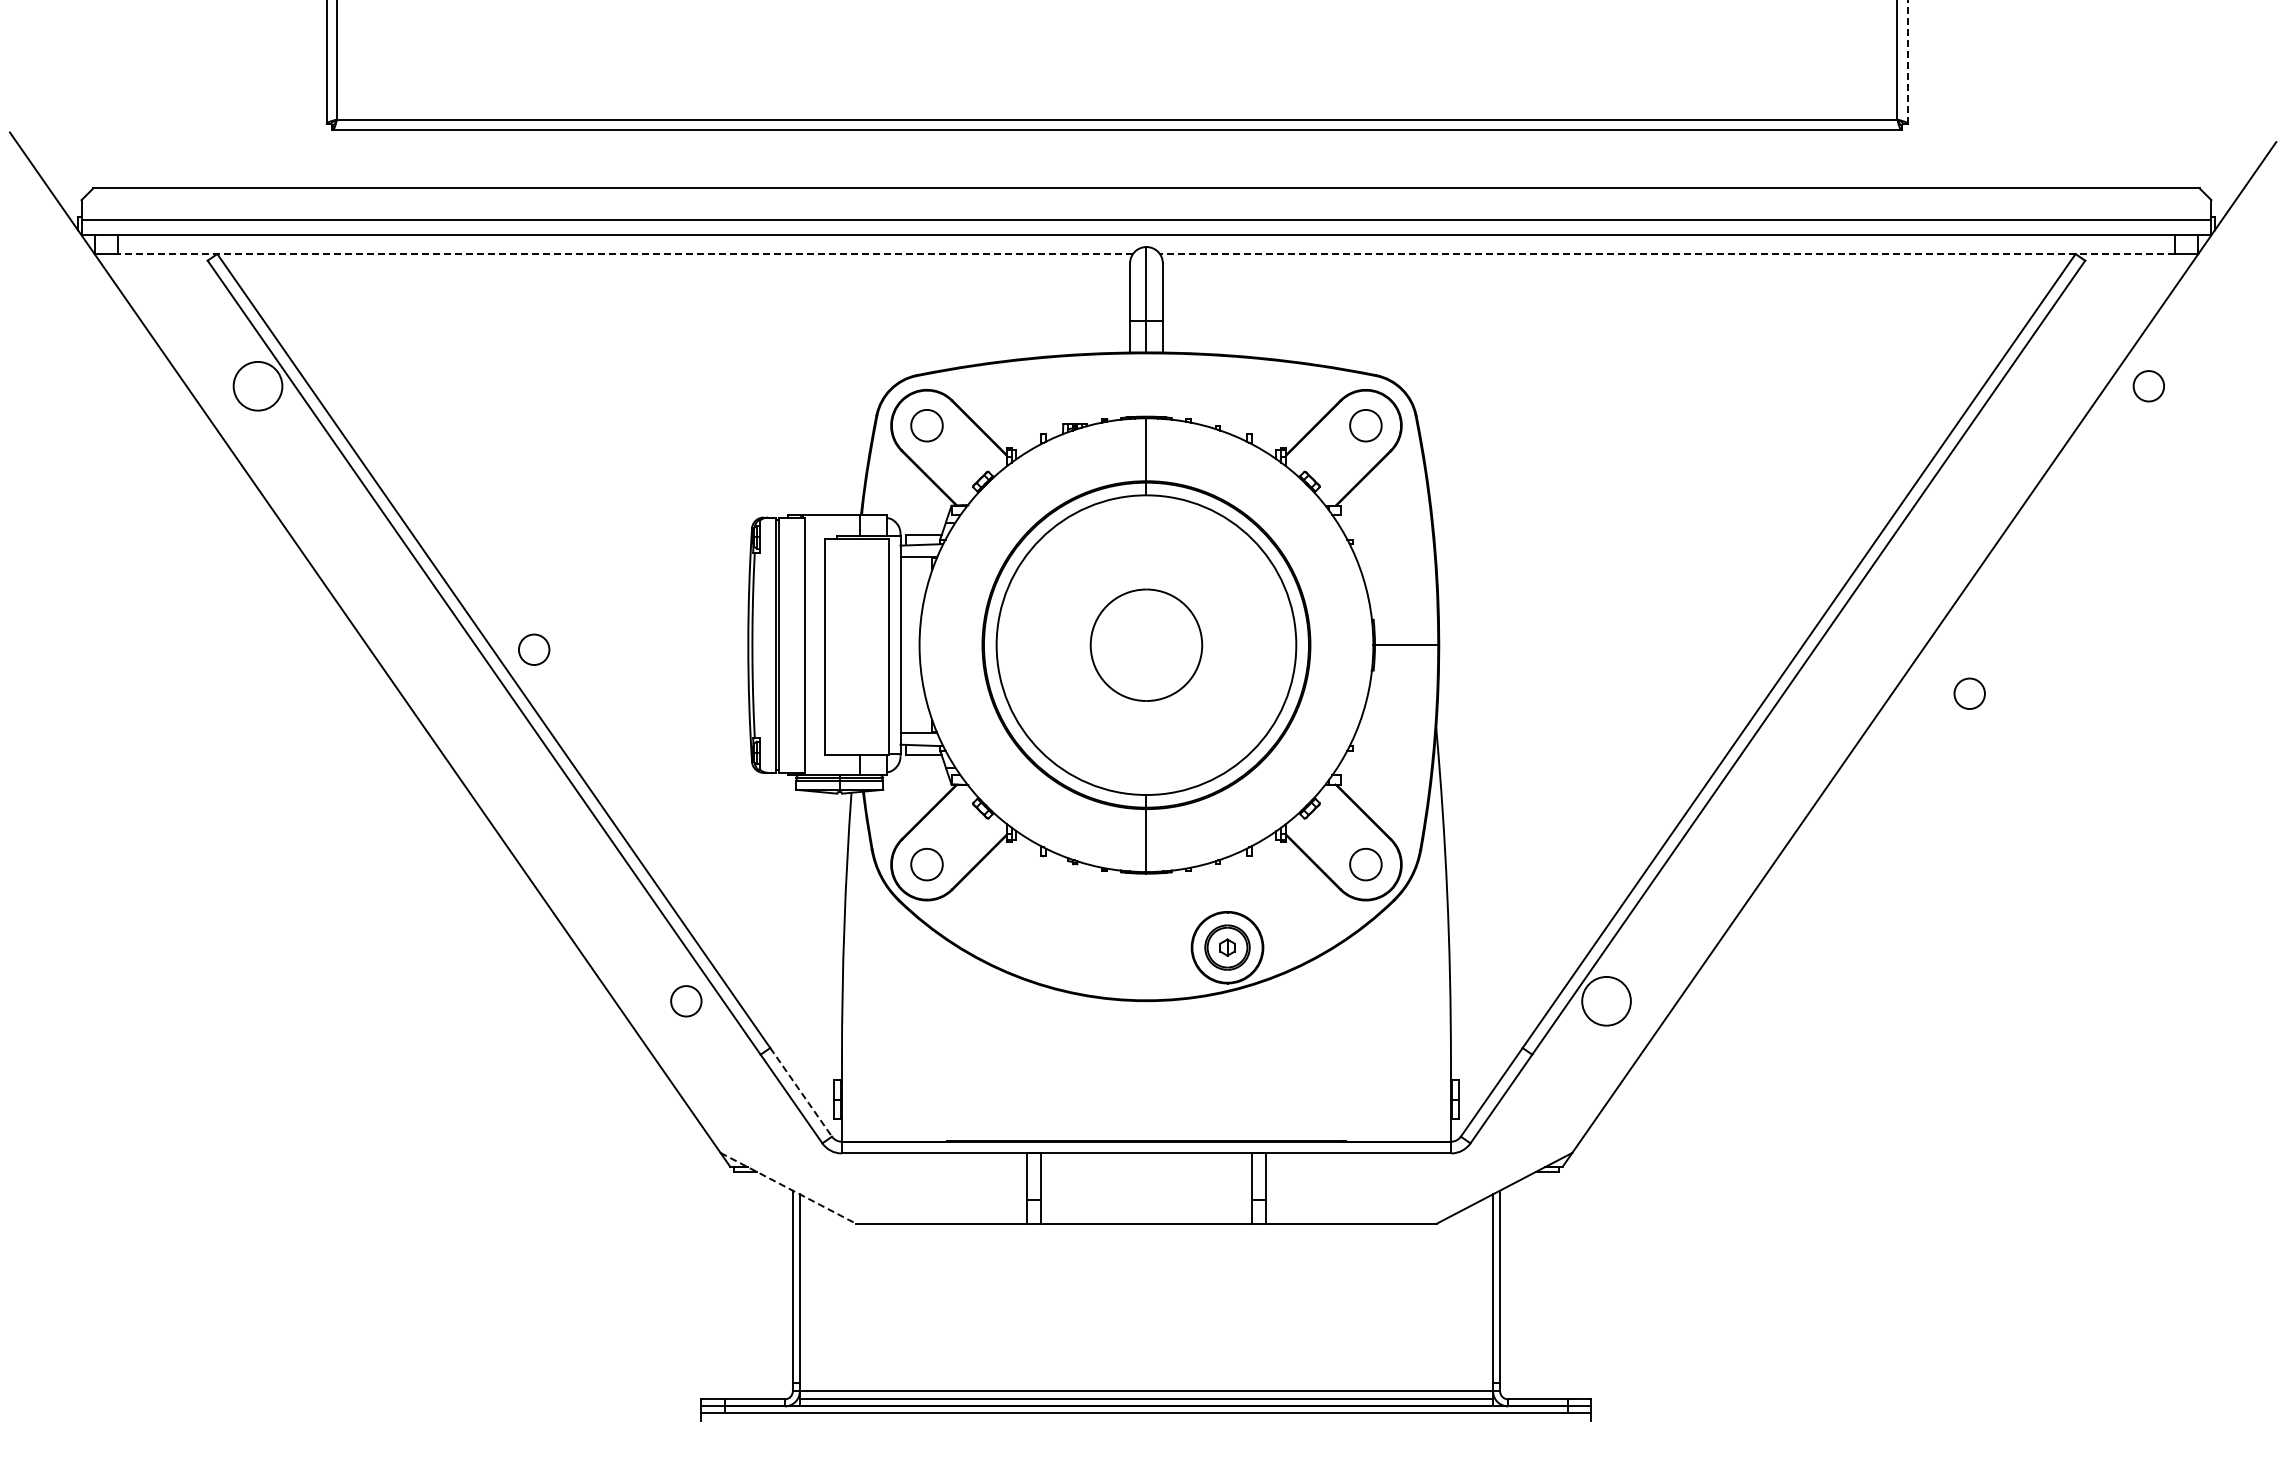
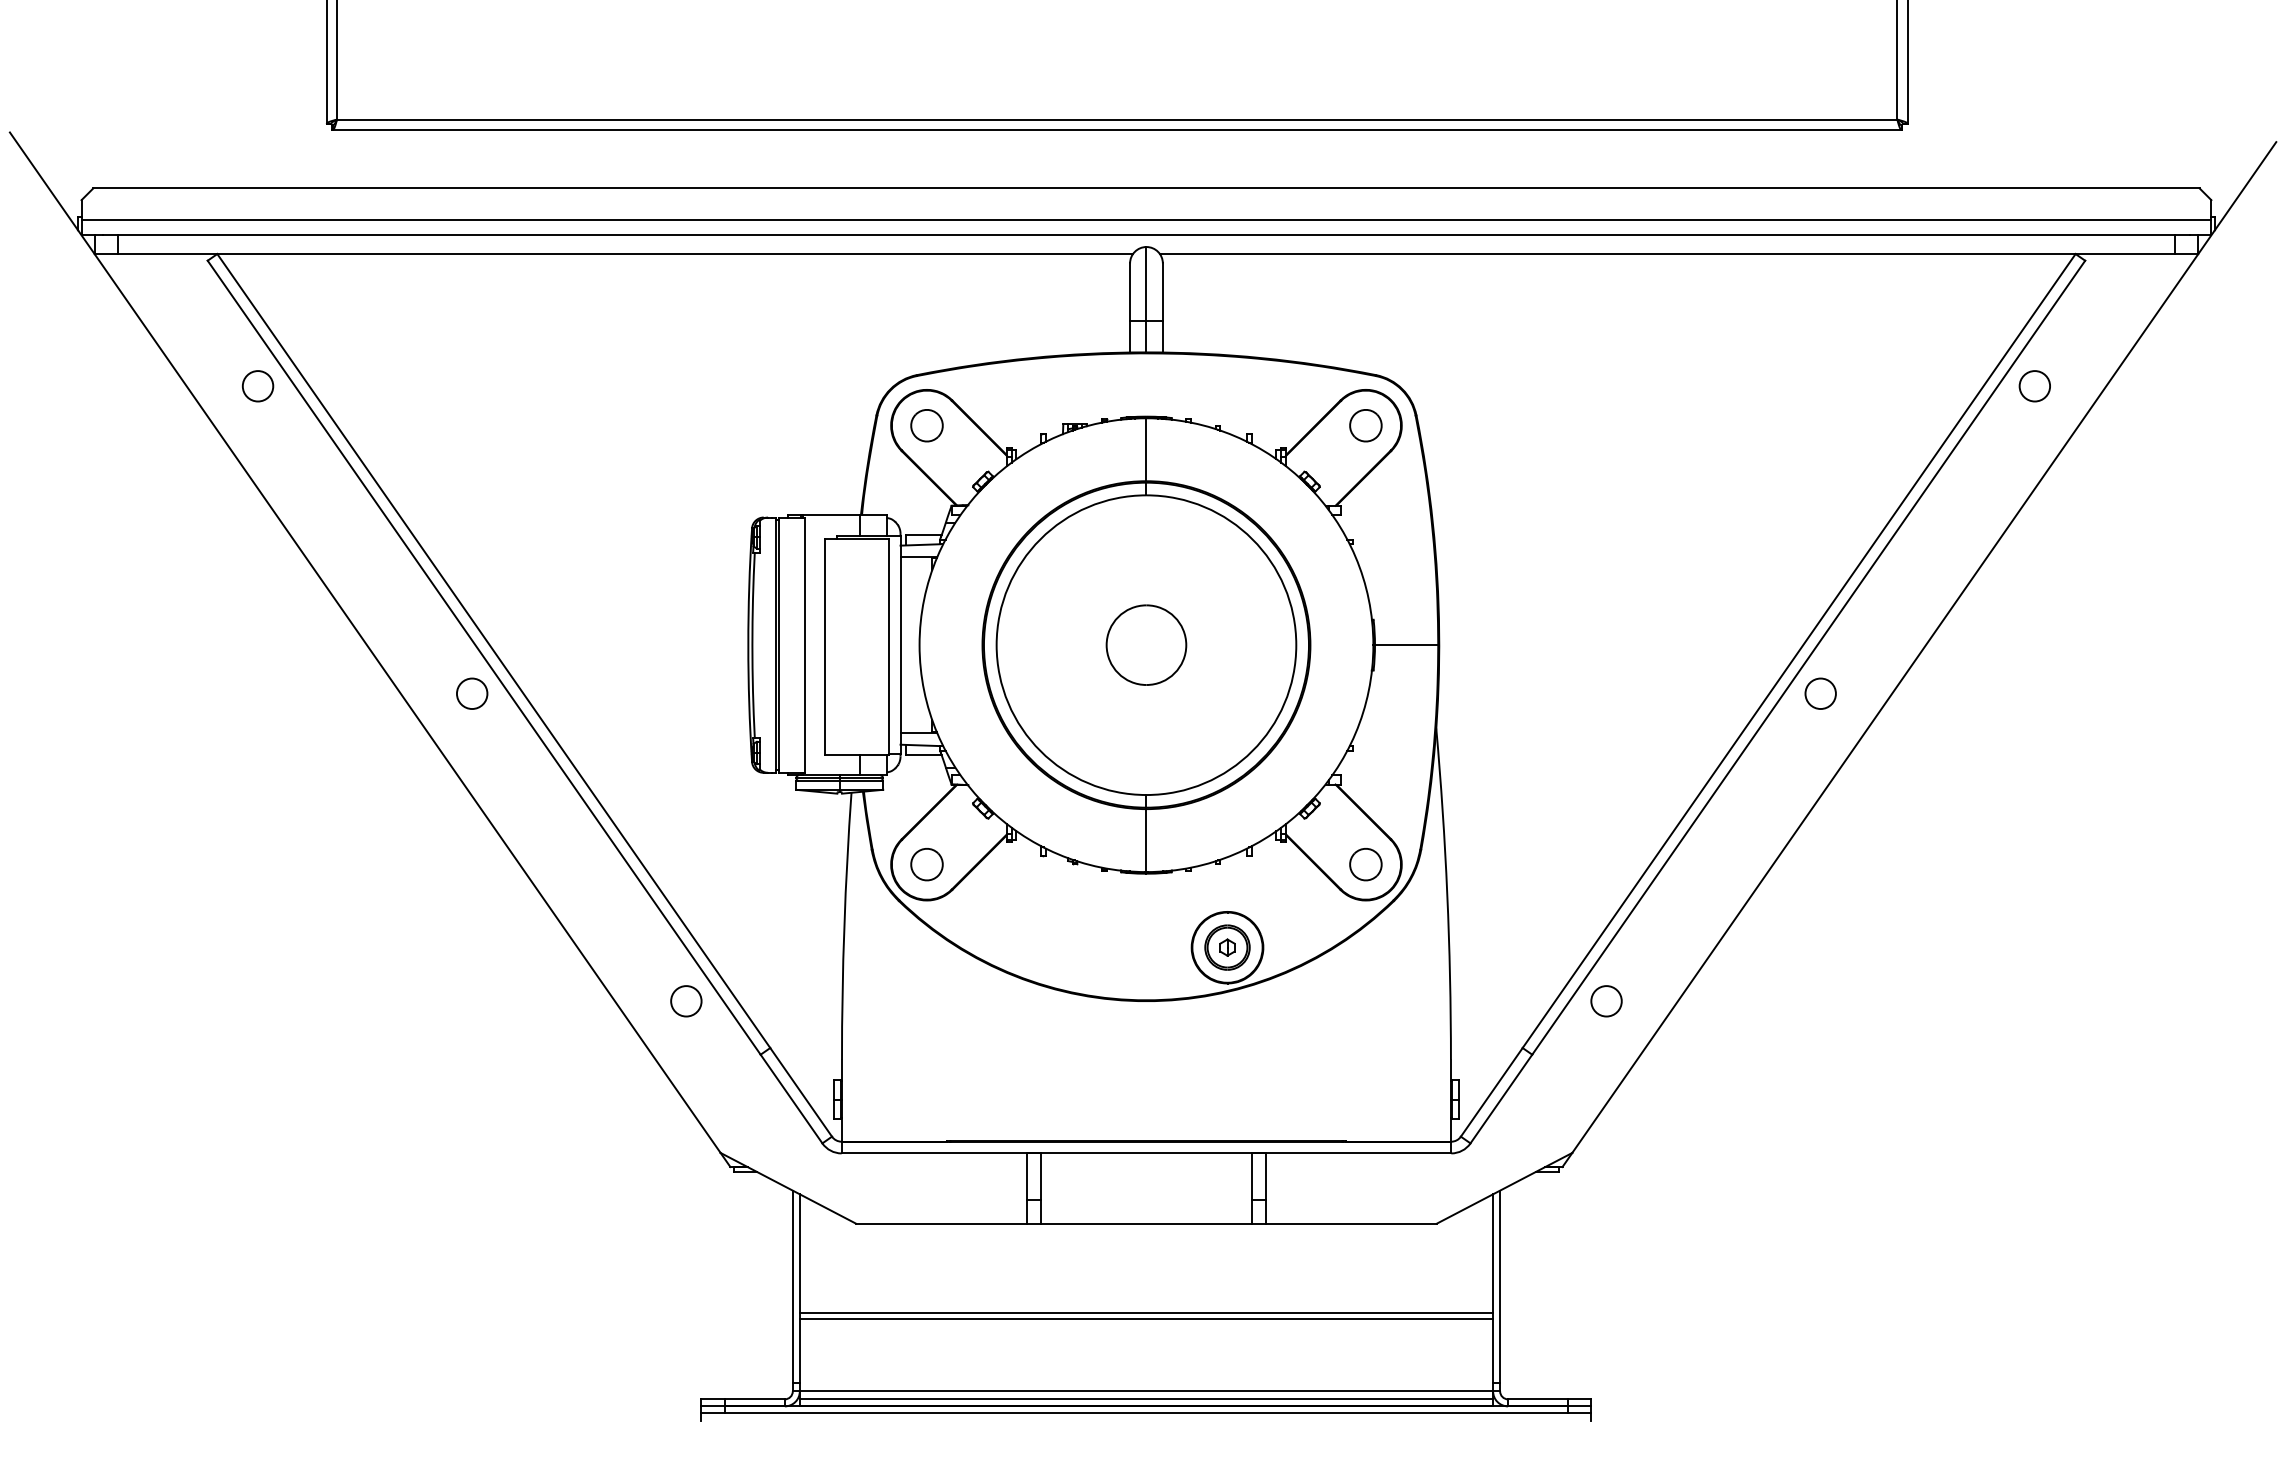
line at (1907, 61): dashed -> solid
line at (625, 254): dashed -> solid
line at (1666, 254): dashed -> solid
circle at (257, 385) diameter: 49 px -> 30 px
circle at (2148, 386) position: (2148, 386) -> (2034, 386)
part at (1146, 644) size: 115x114 px -> 83x82 px
circle at (534, 649) position: (534, 649) -> (472, 693)
circle at (1969, 693) position: (1969, 693) -> (1820, 693)
circle at (1606, 1000) diameter: 49 px -> 30 px
line at (801, 1092): dashed -> solid
line at (788, 1188): dashed -> solid
line at (1146, 1313): none -> present
line at (1146, 1319): none -> present
